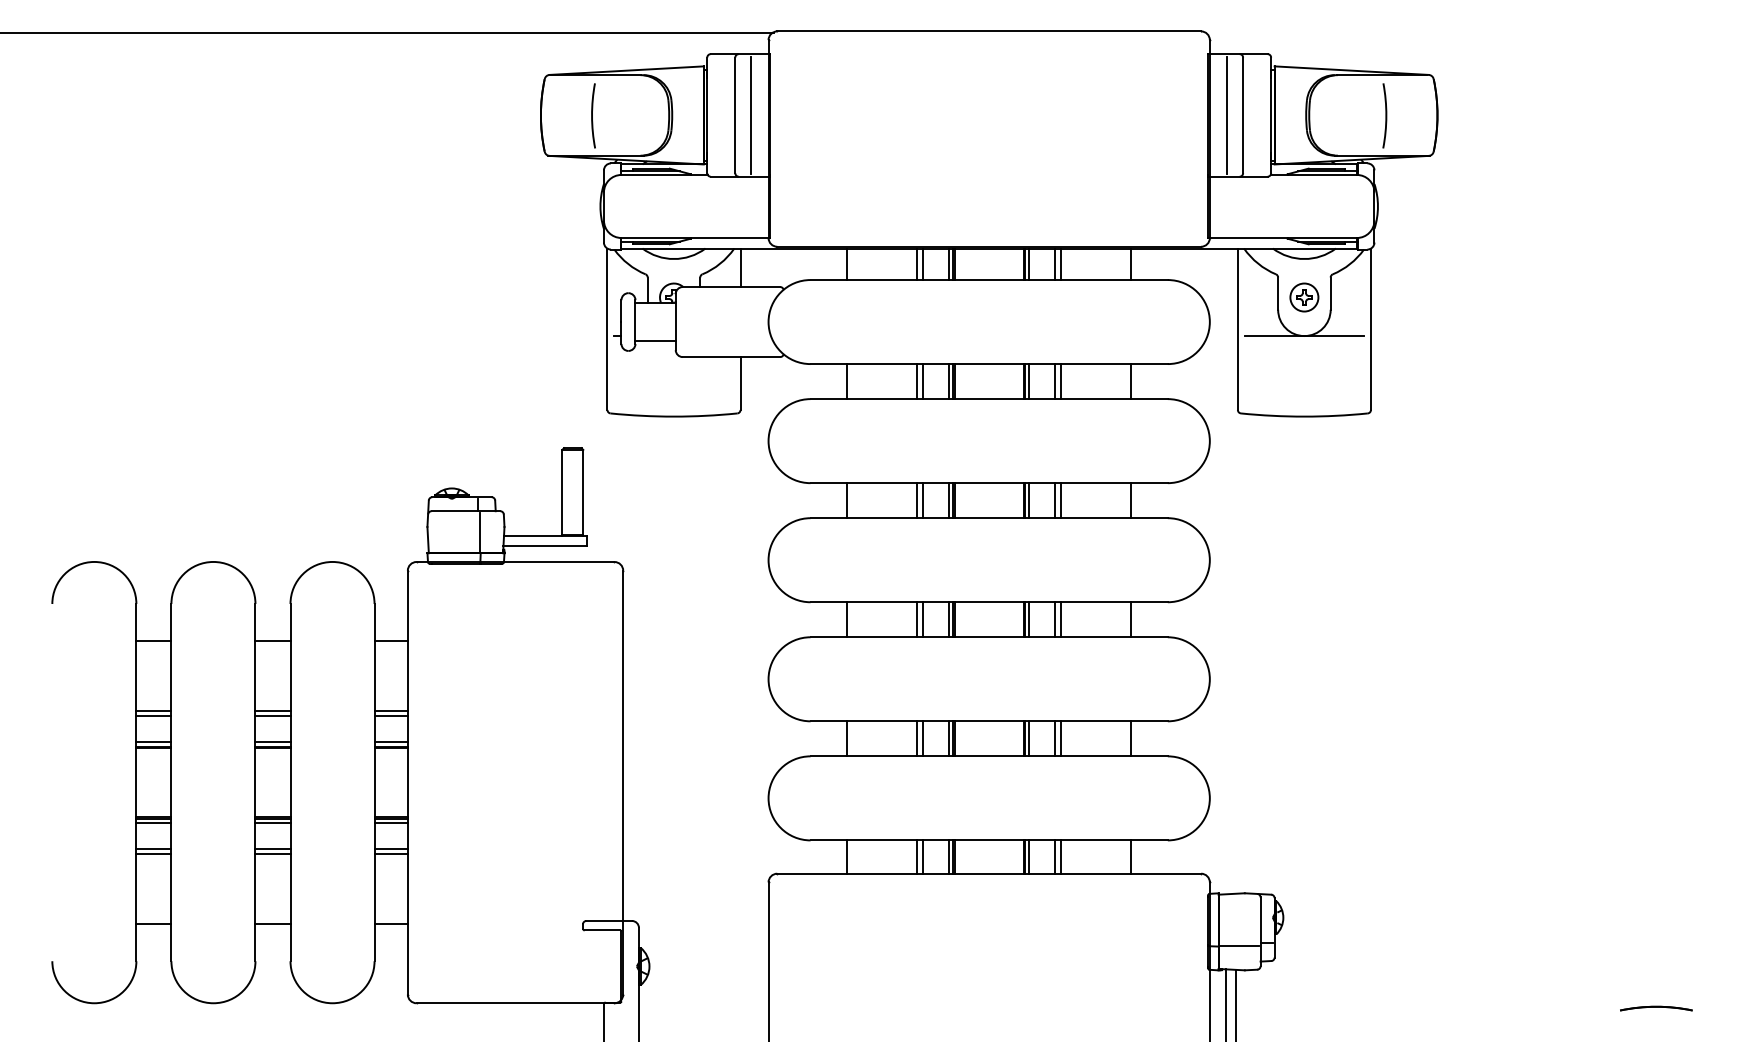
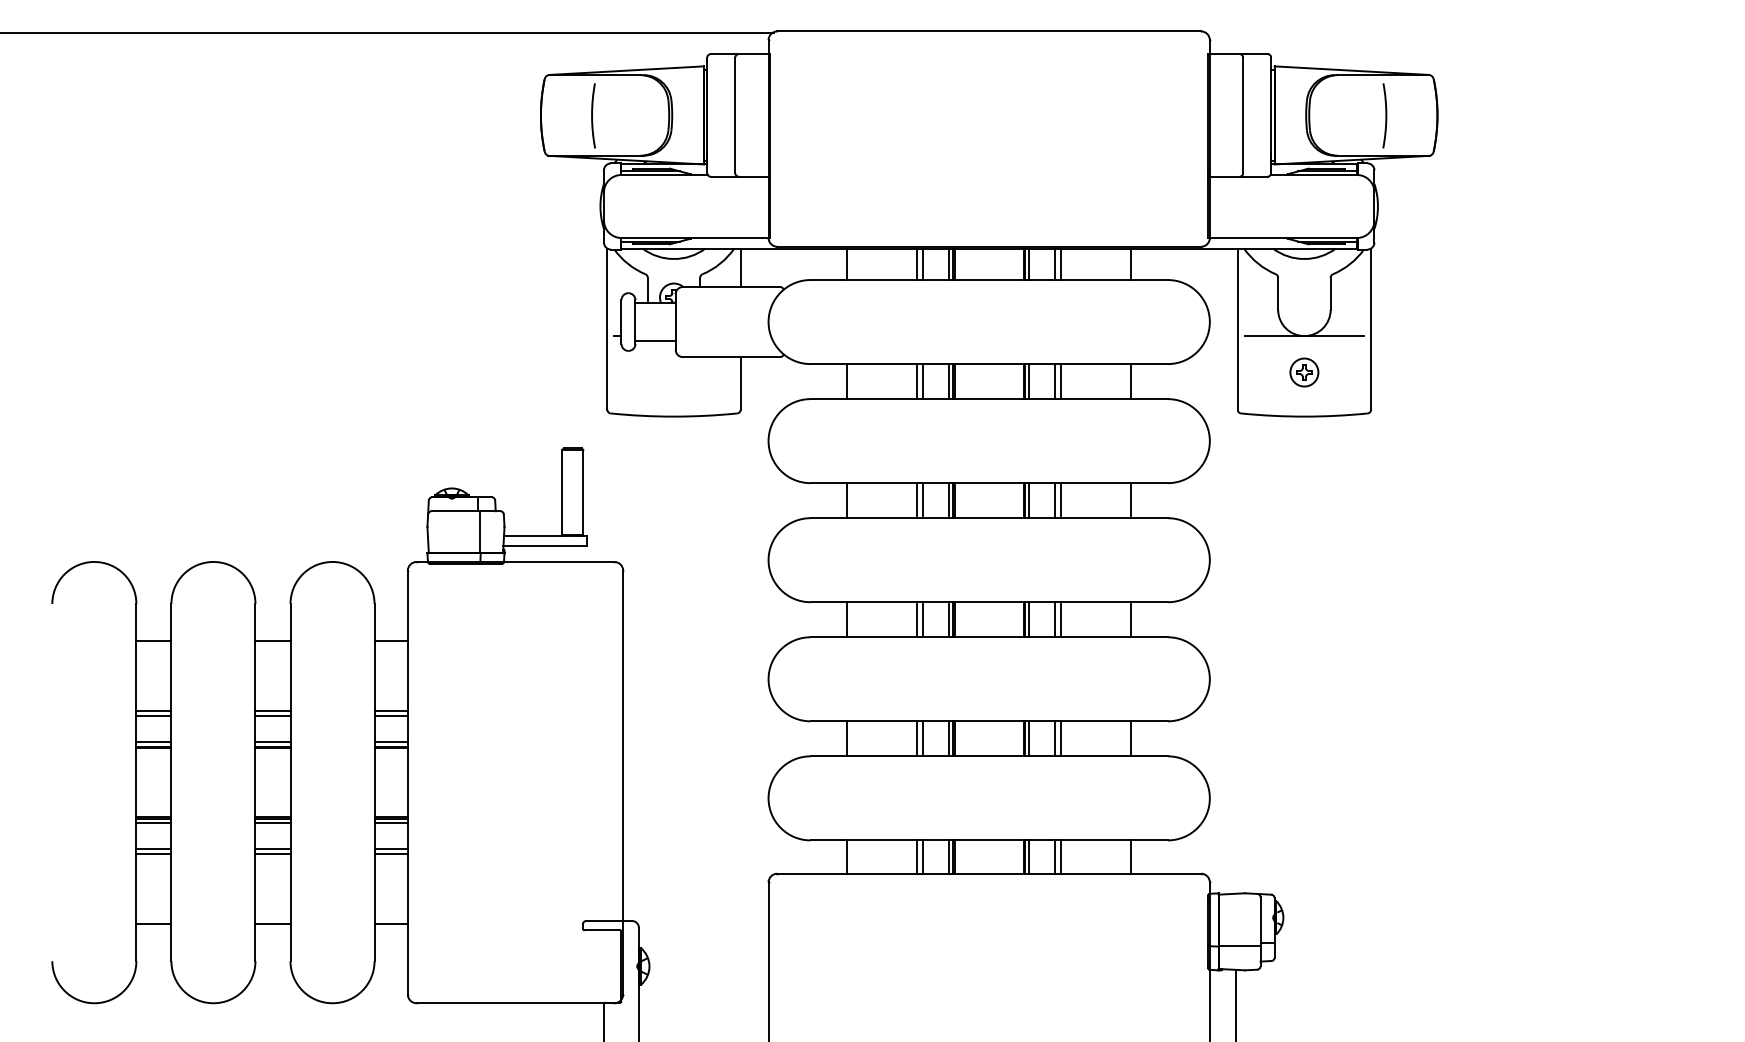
line at (751, 115): present -> none
line at (1227, 115): present -> none
part at (1304, 297) position: (1304, 297) -> (1304, 372)
line at (1225, 1003): present -> none
part at (1656, 1008): present -> none
